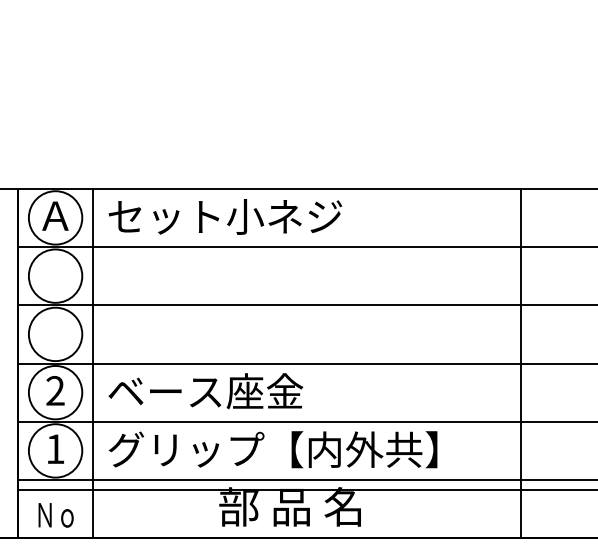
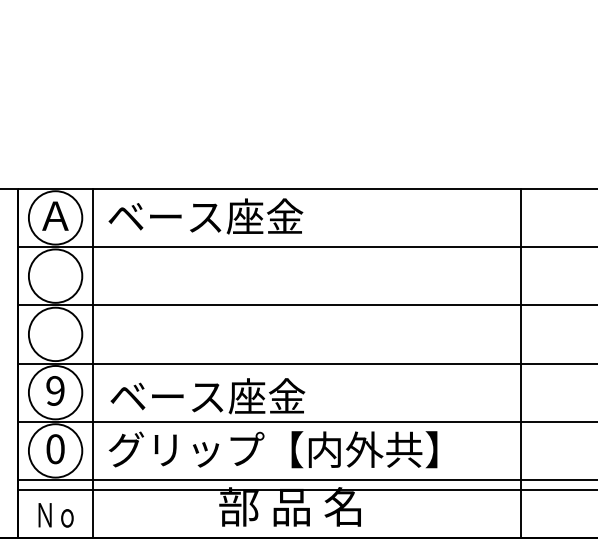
text at (225, 216): セット小ネジ -> ベース座金
text at (55, 390): 2 -> 9
text at (205, 391) position: (205, 391) -> (207, 396)
text at (55, 449): 1 -> 0
